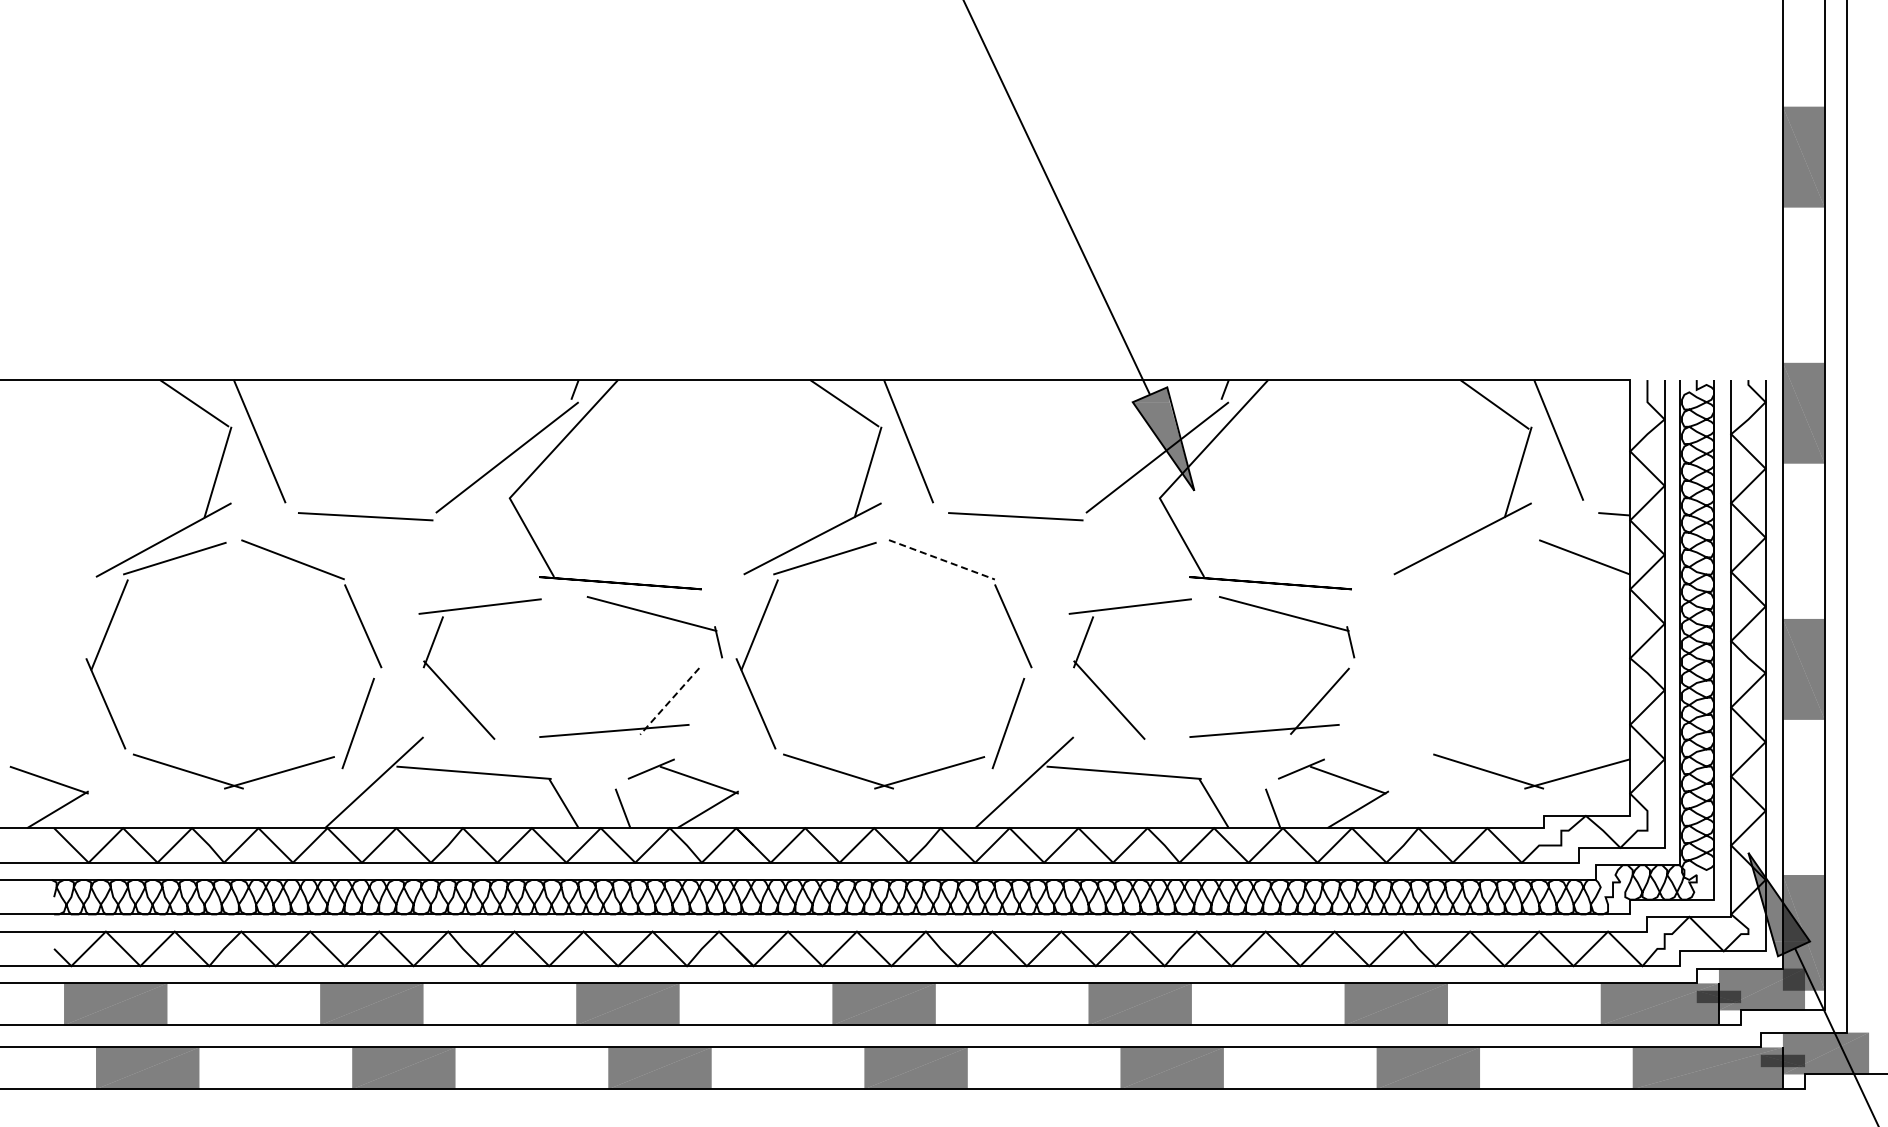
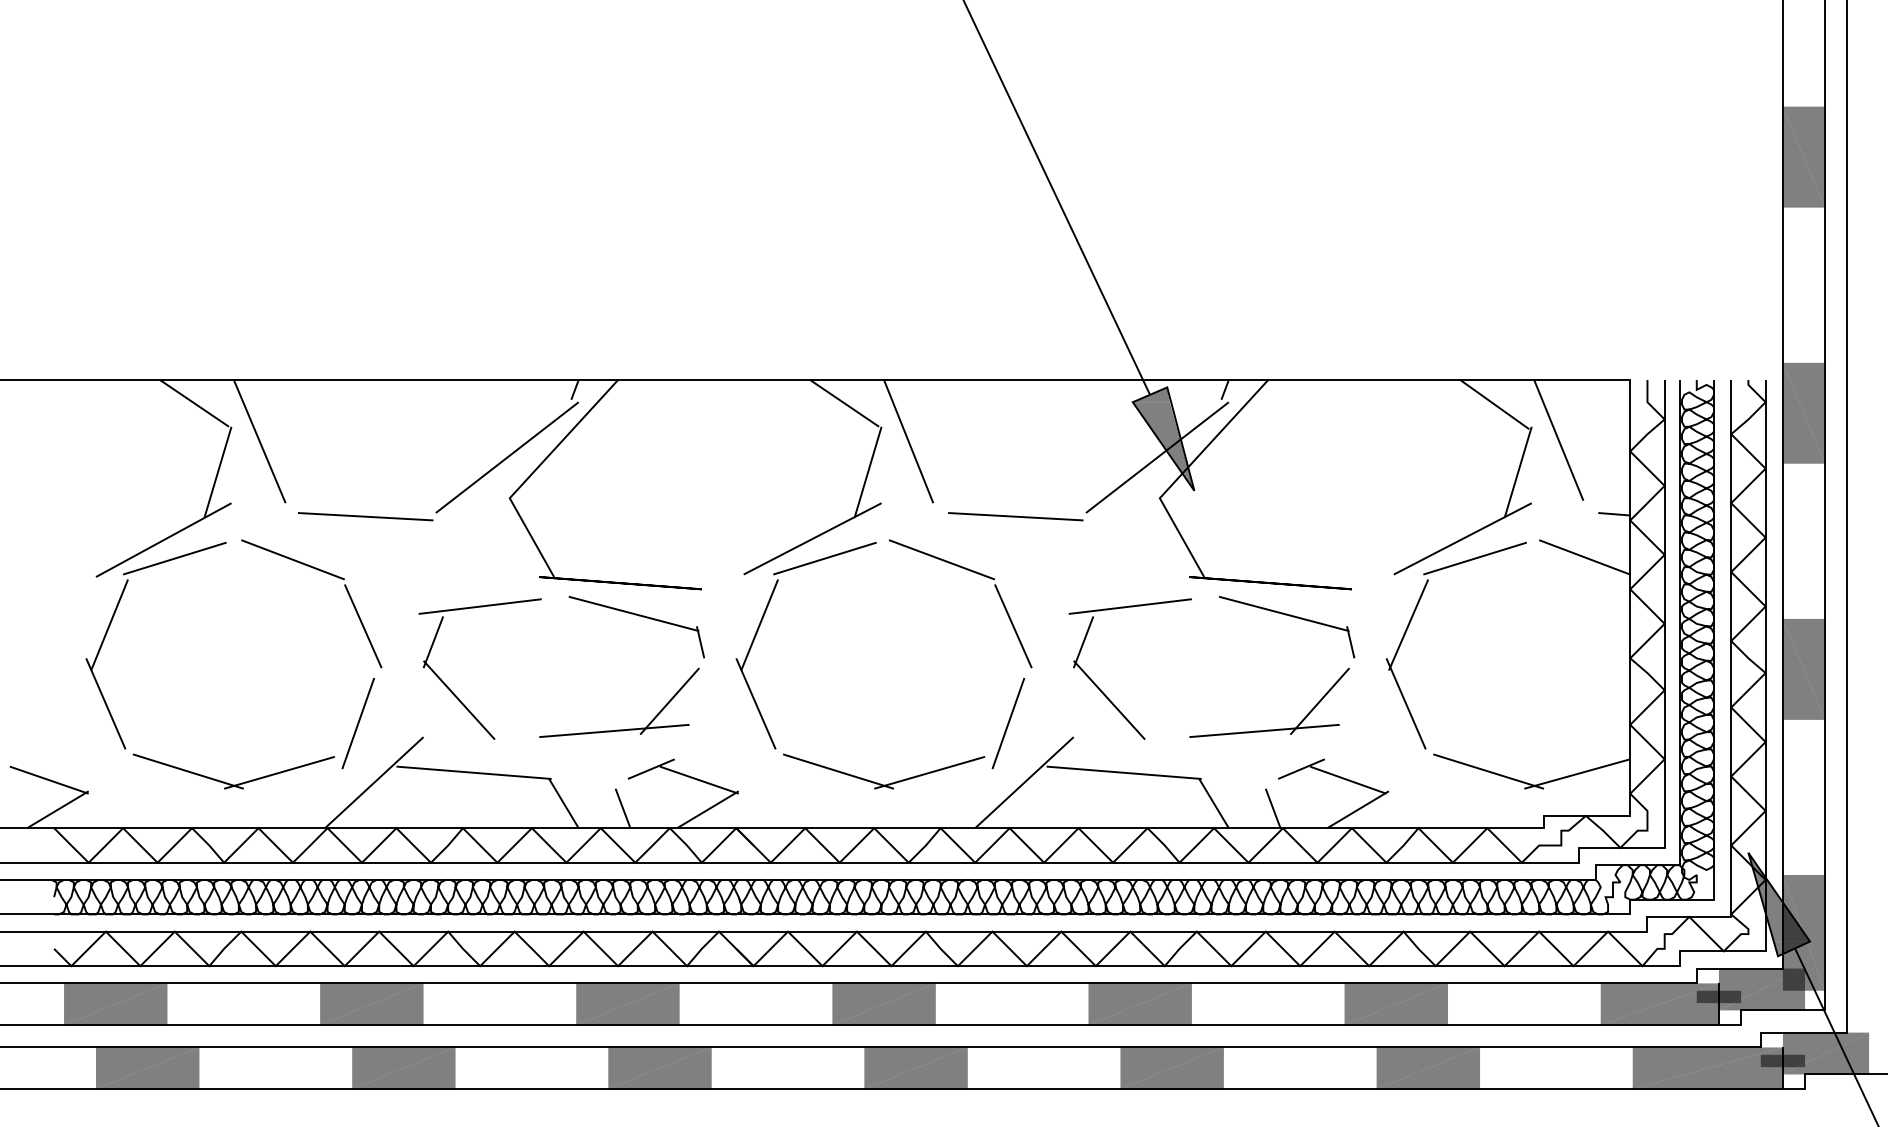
line at (941, 559): dashed -> solid
part at (656, 616) position: (656, 616) -> (638, 616)
part at (1408, 628): none -> present
line at (669, 701): dashed -> solid
